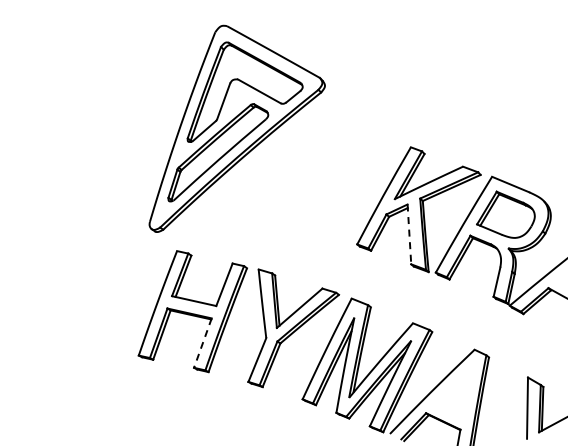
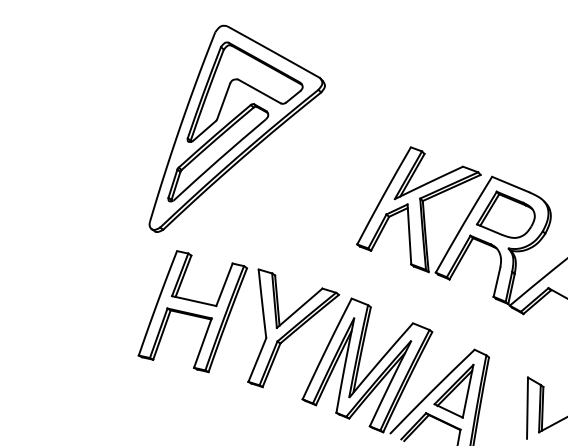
line at (409, 234): dashed -> solid
line at (202, 343): dashed -> solid
part at (453, 390): none -> present
